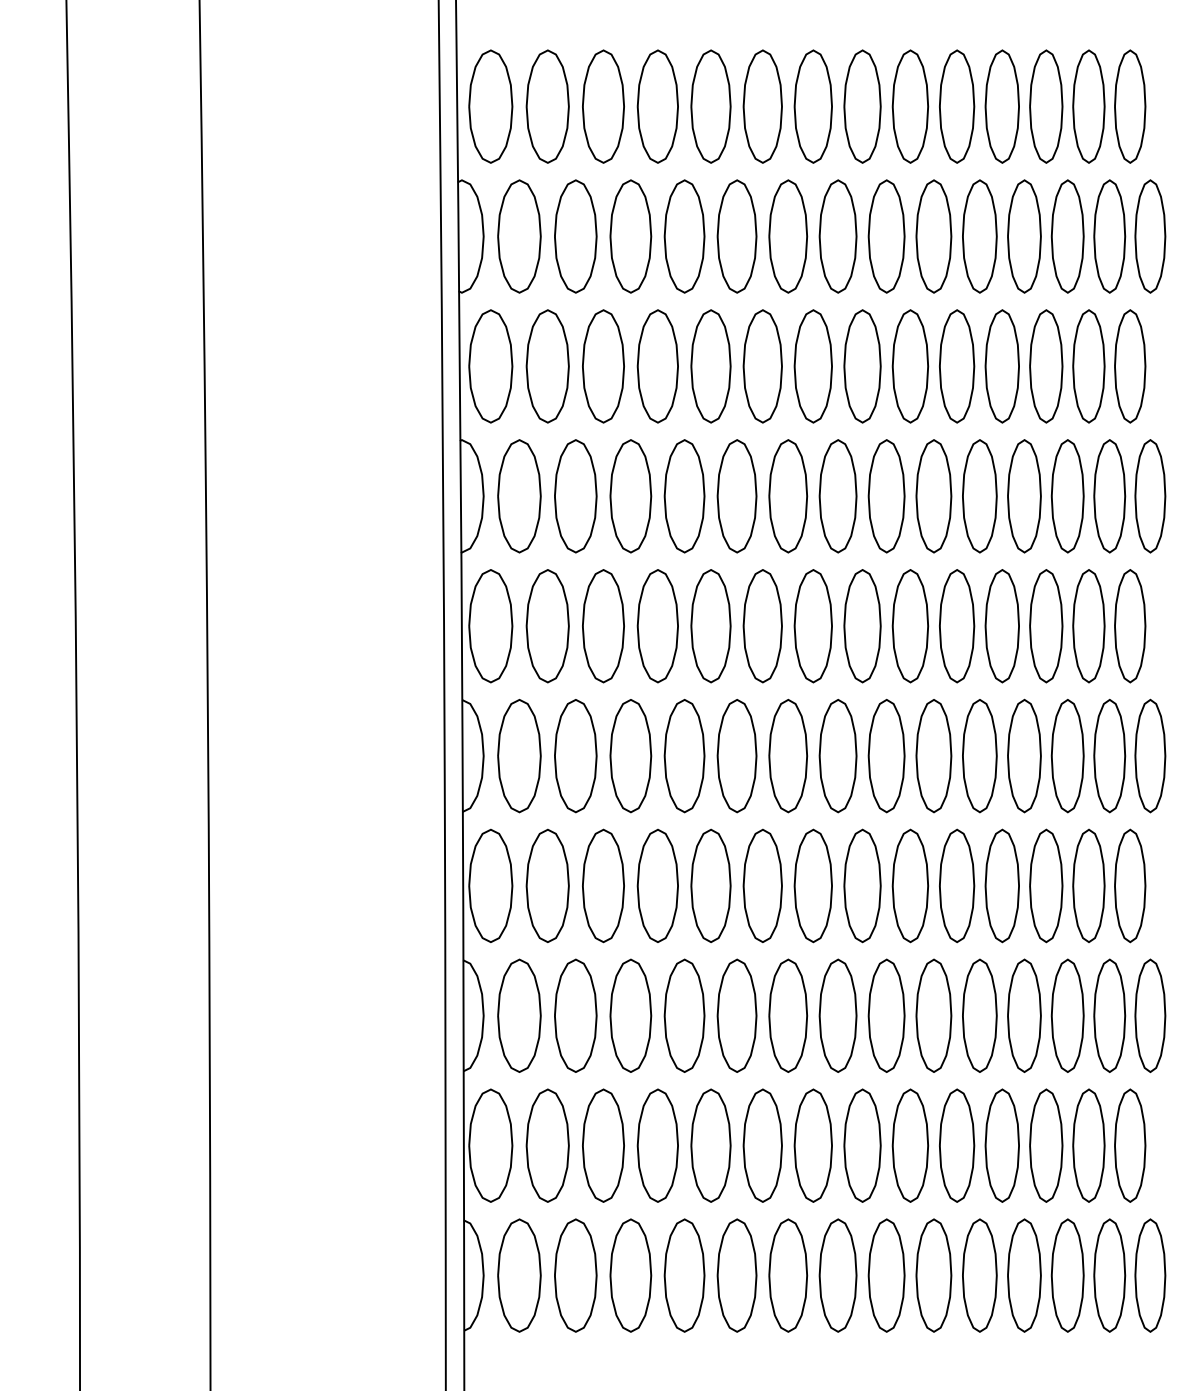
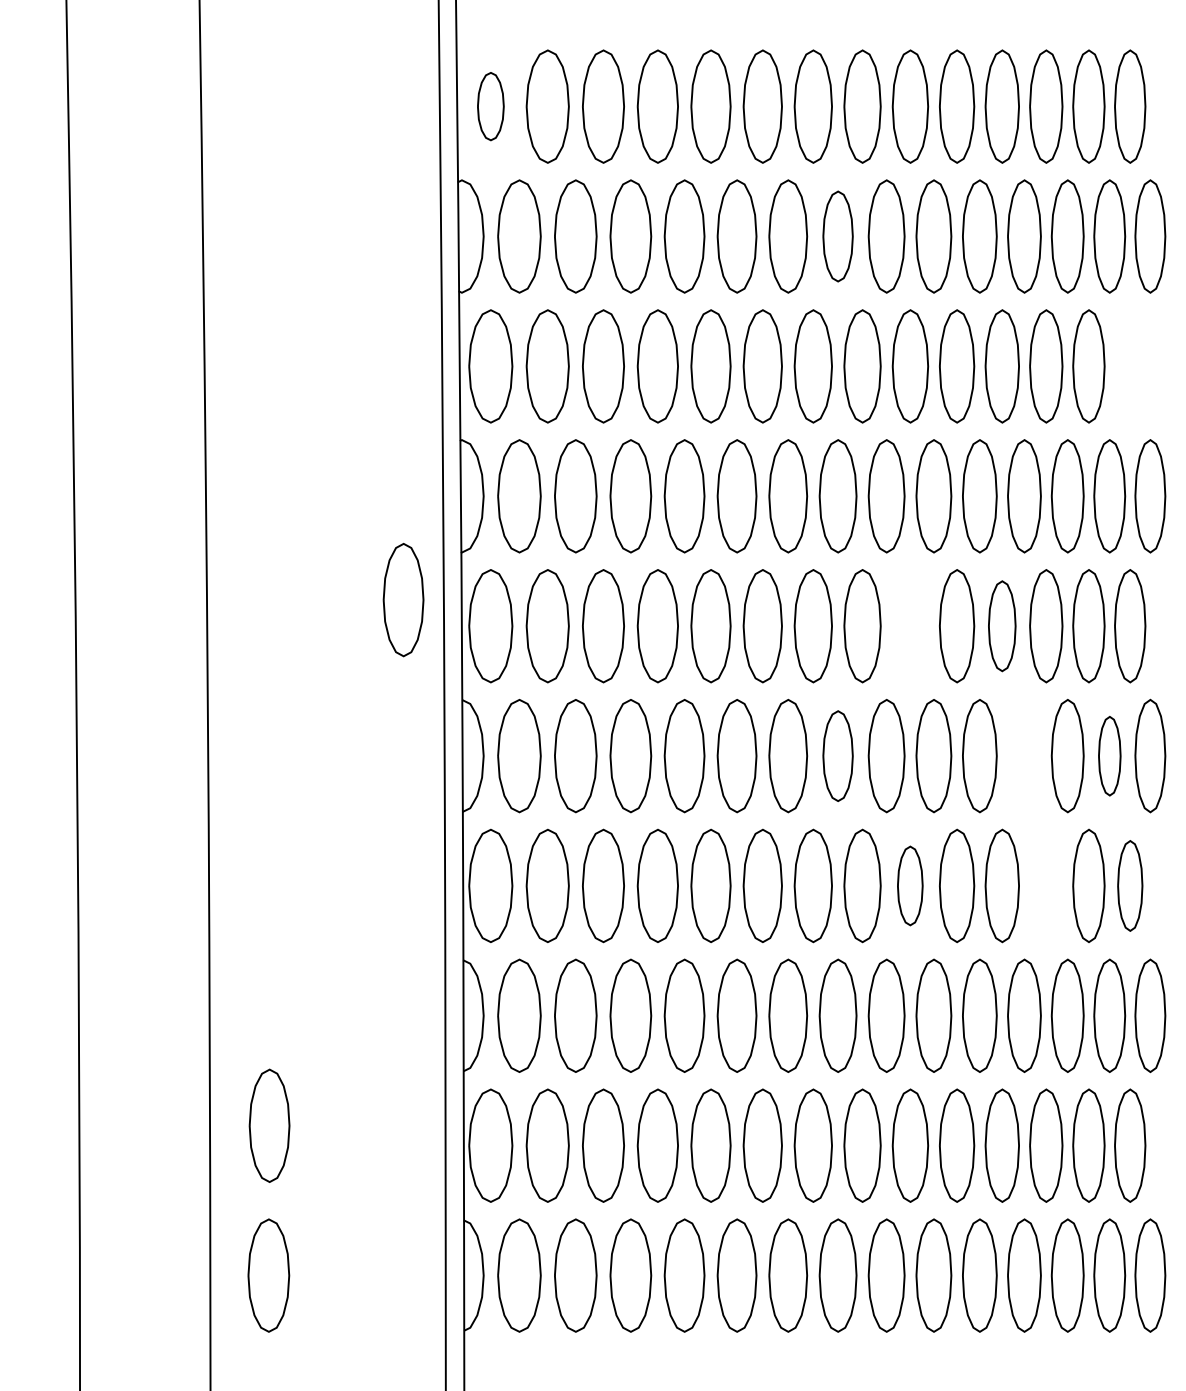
part at (490, 106) size: 46x115 px -> 28x70 px
part at (837, 236) size: 40x115 px -> 32x93 px
part at (1130, 366): present -> none
part at (403, 600): none -> present
part at (910, 626): present -> none
part at (1001, 626) size: 36x115 px -> 29x93 px
part at (1024, 755): present -> none
part at (837, 756) size: 40x115 px -> 32x92 px
part at (1109, 756) size: 34x115 px -> 24x81 px
part at (909, 885) size: 38x116 px -> 27x82 px
part at (1046, 885): present -> none
part at (1130, 885) size: 33x116 px -> 27x92 px
part at (269, 1125): none -> present
part at (268, 1275): none -> present
